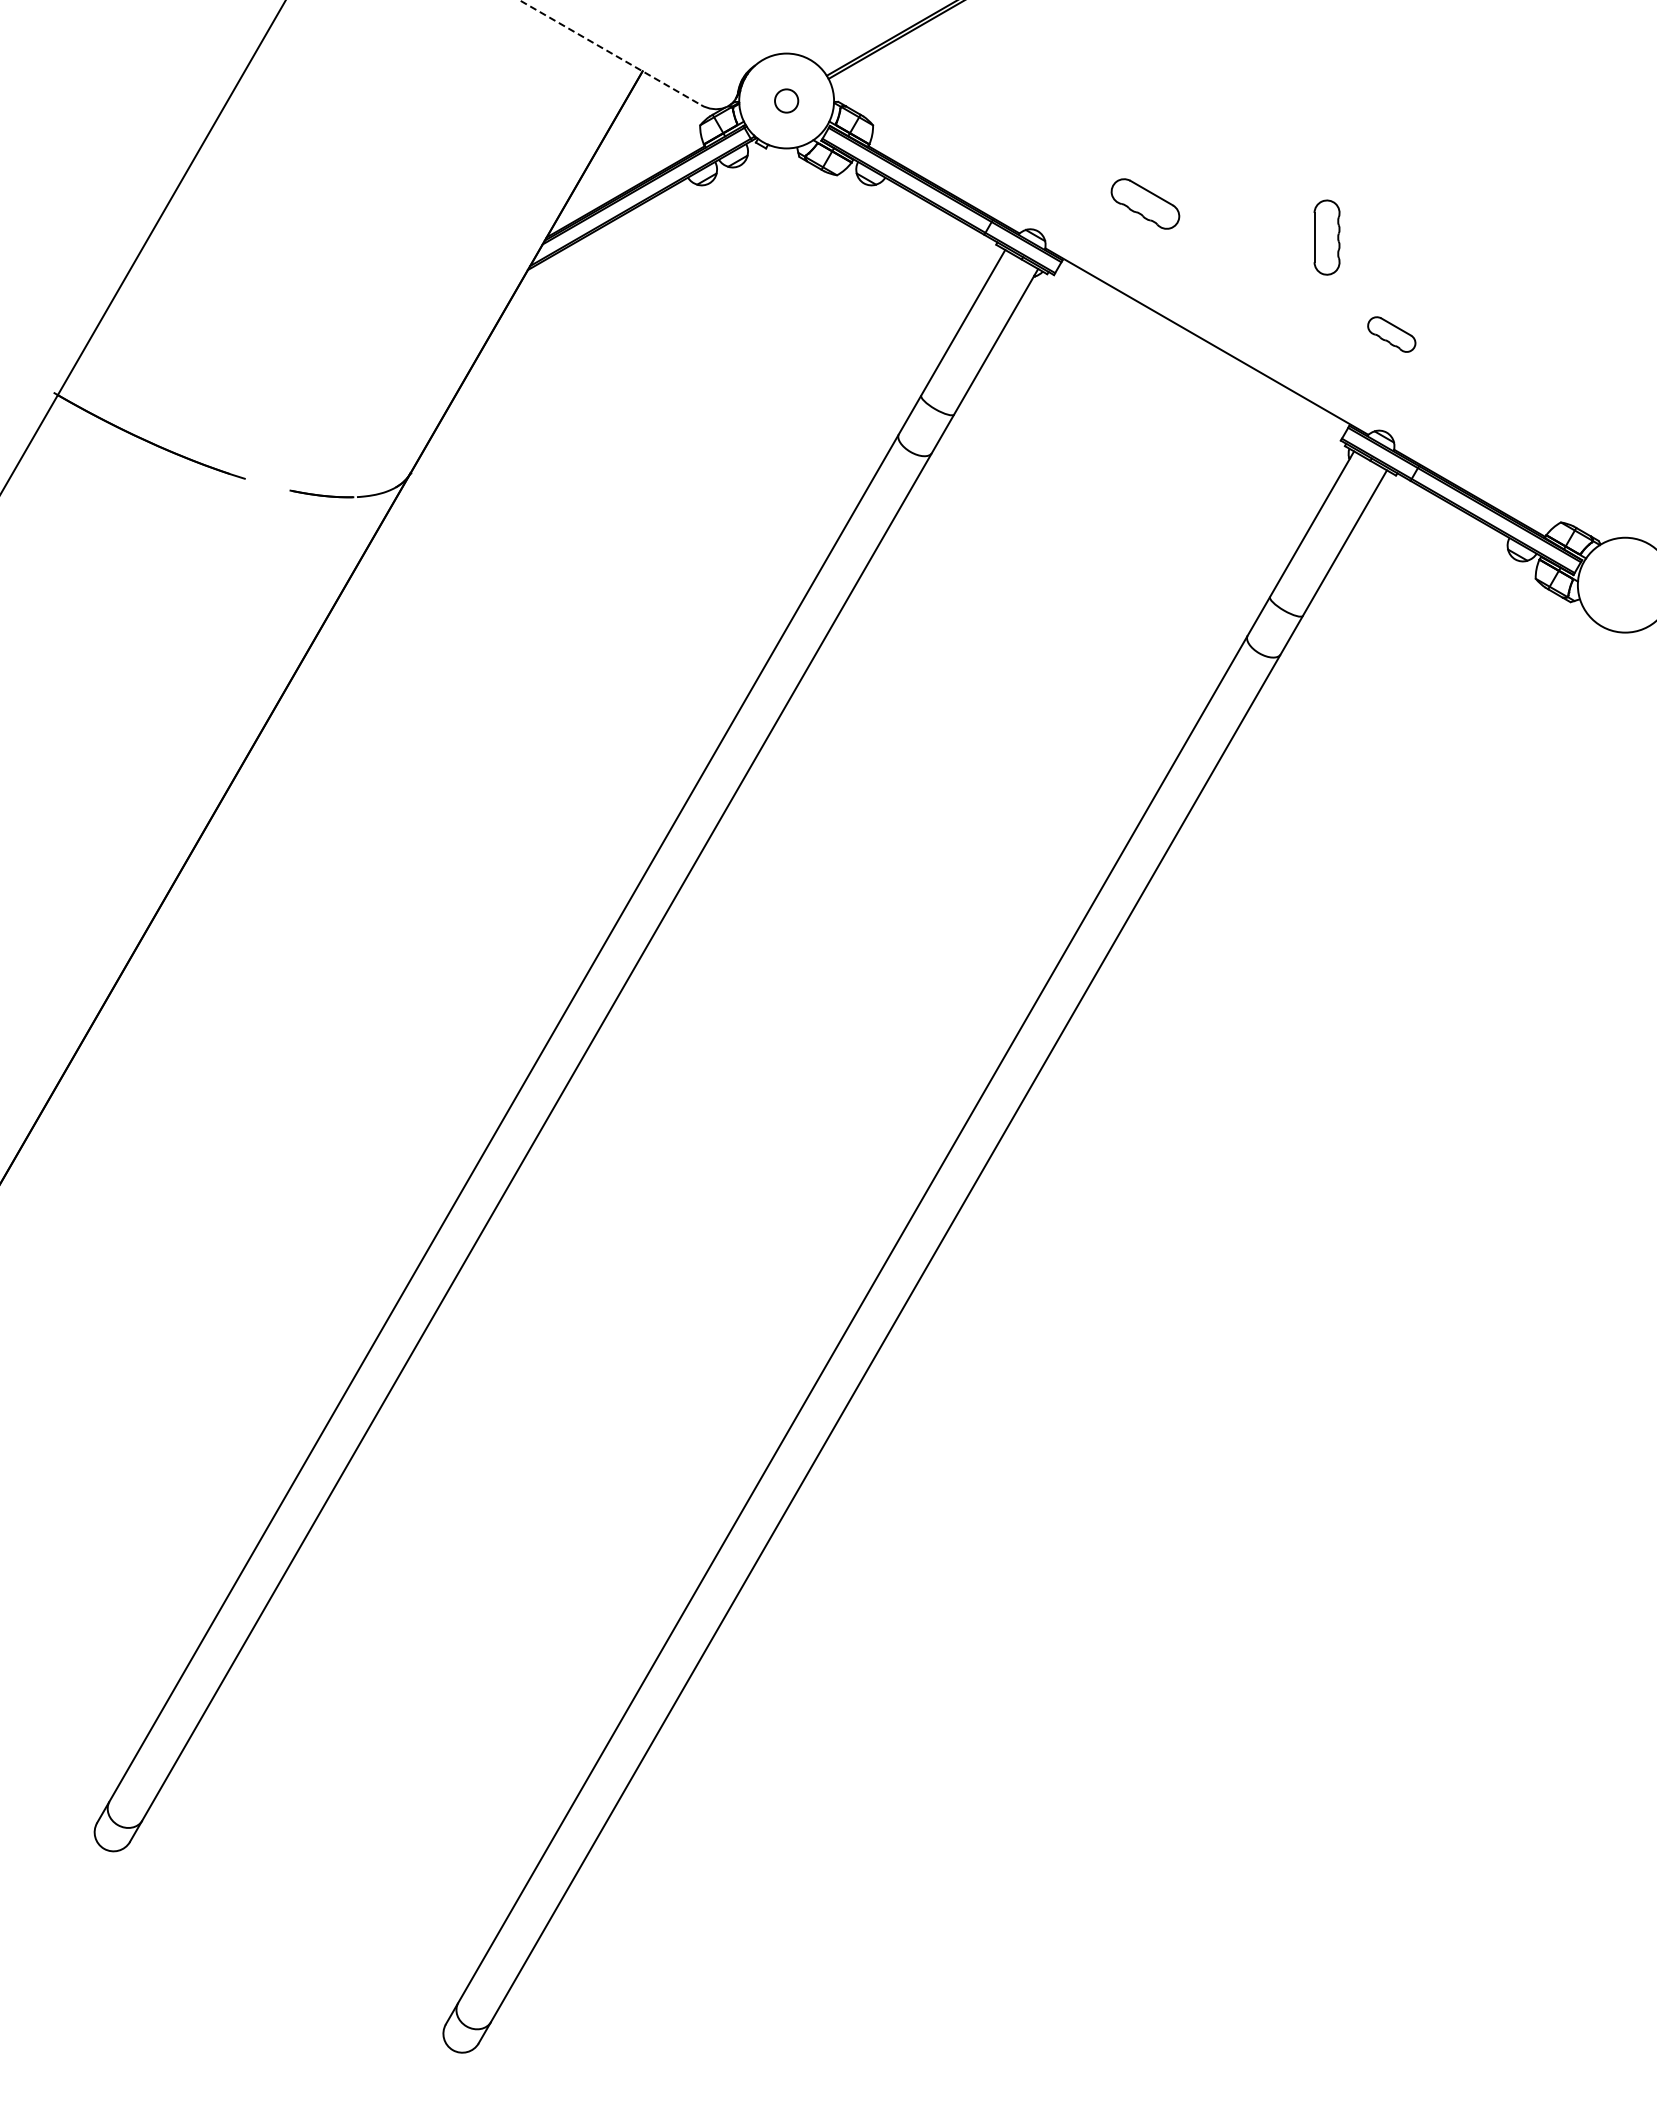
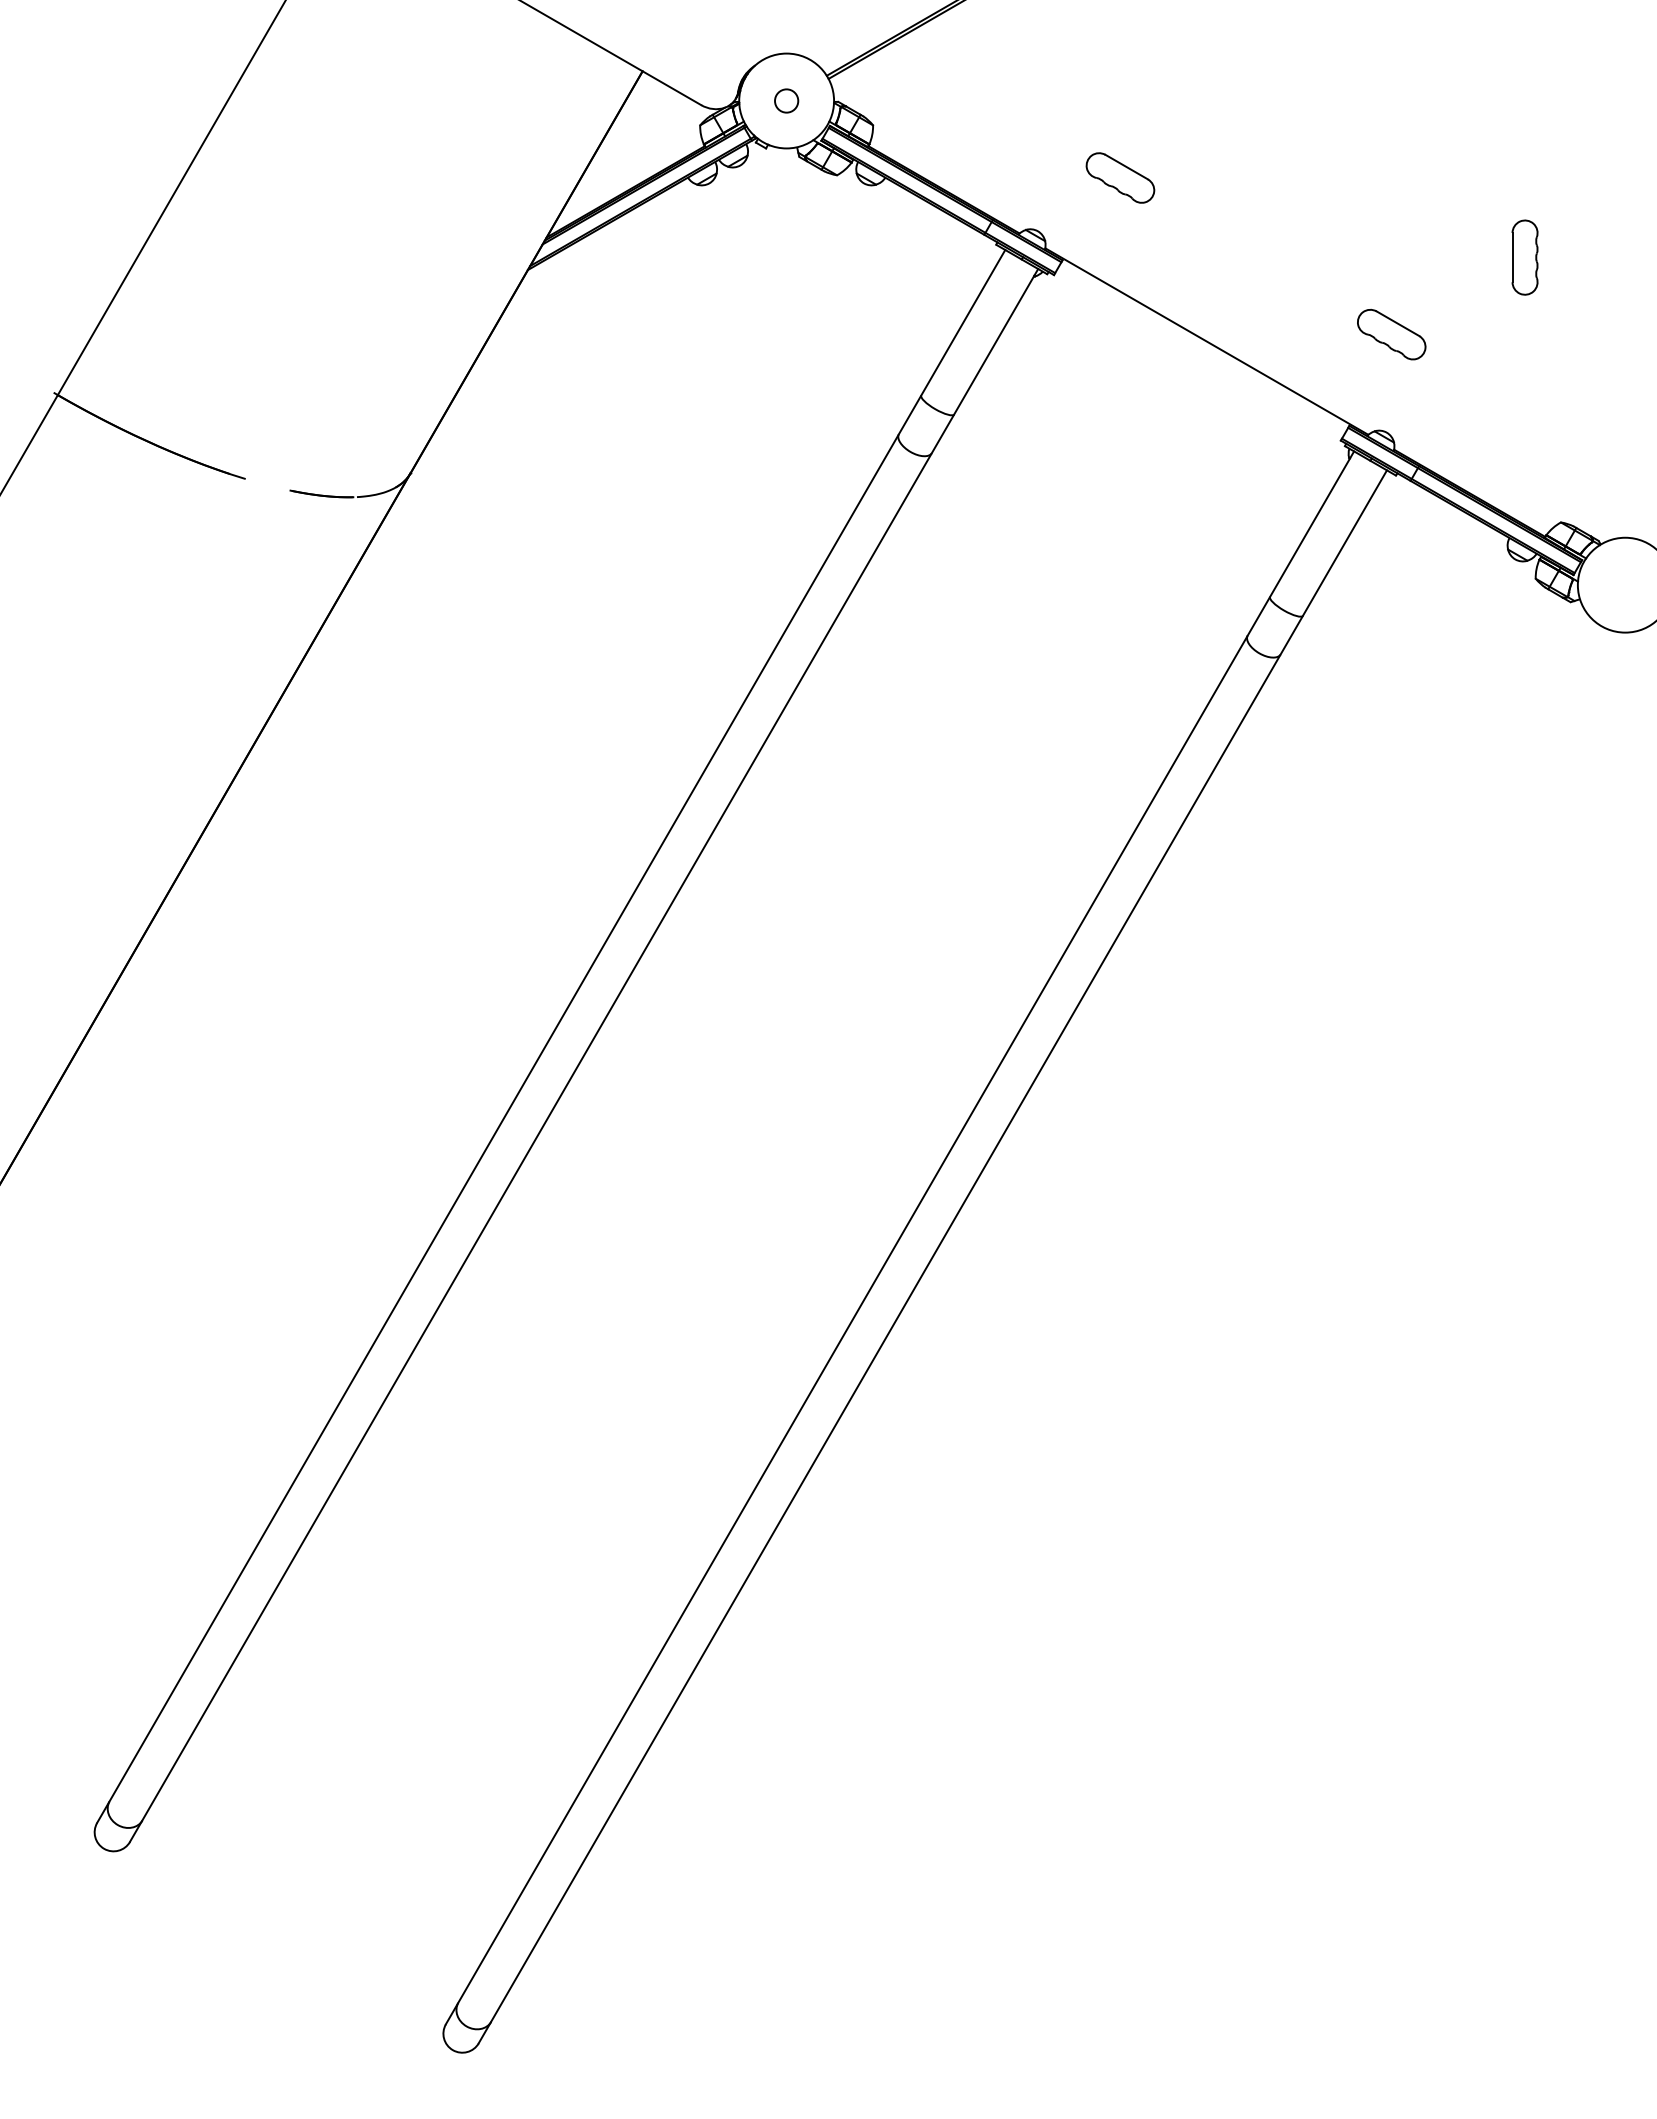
line at (610, 52): dashed -> solid
part at (1145, 203) position: (1145, 203) -> (1120, 177)
part at (1326, 237) position: (1326, 237) -> (1524, 257)
part at (1391, 334) size: 50x37 px -> 70x53 px
